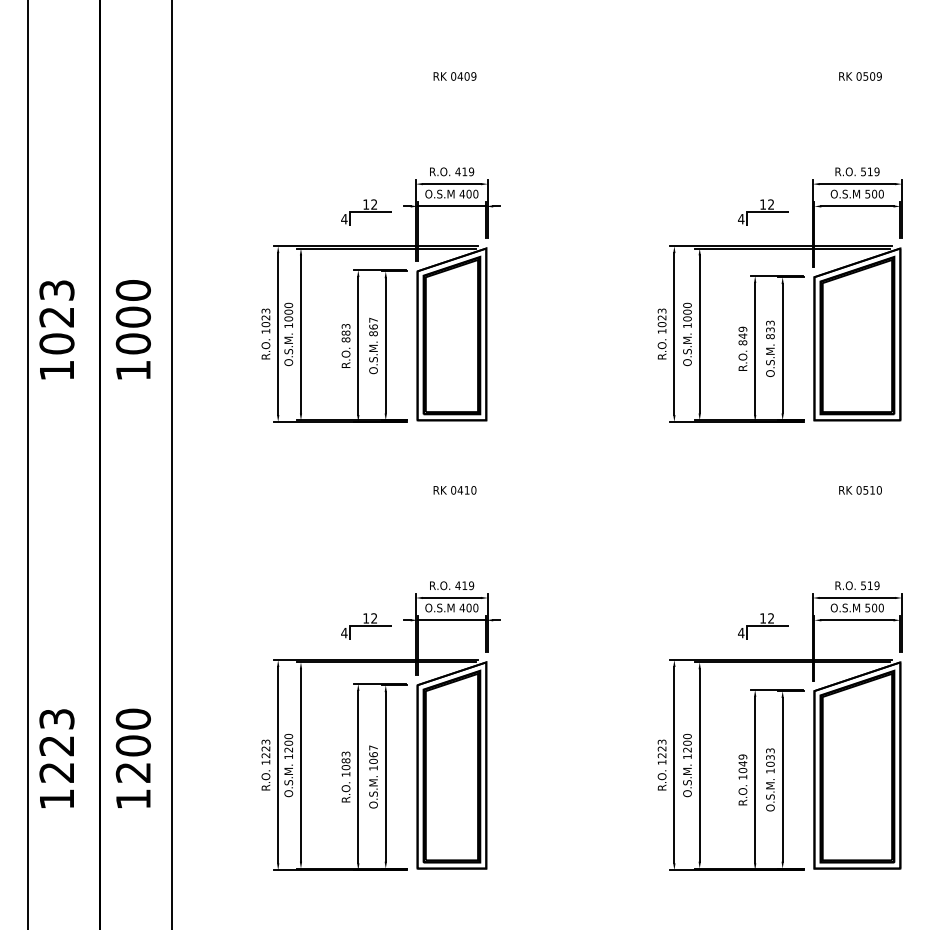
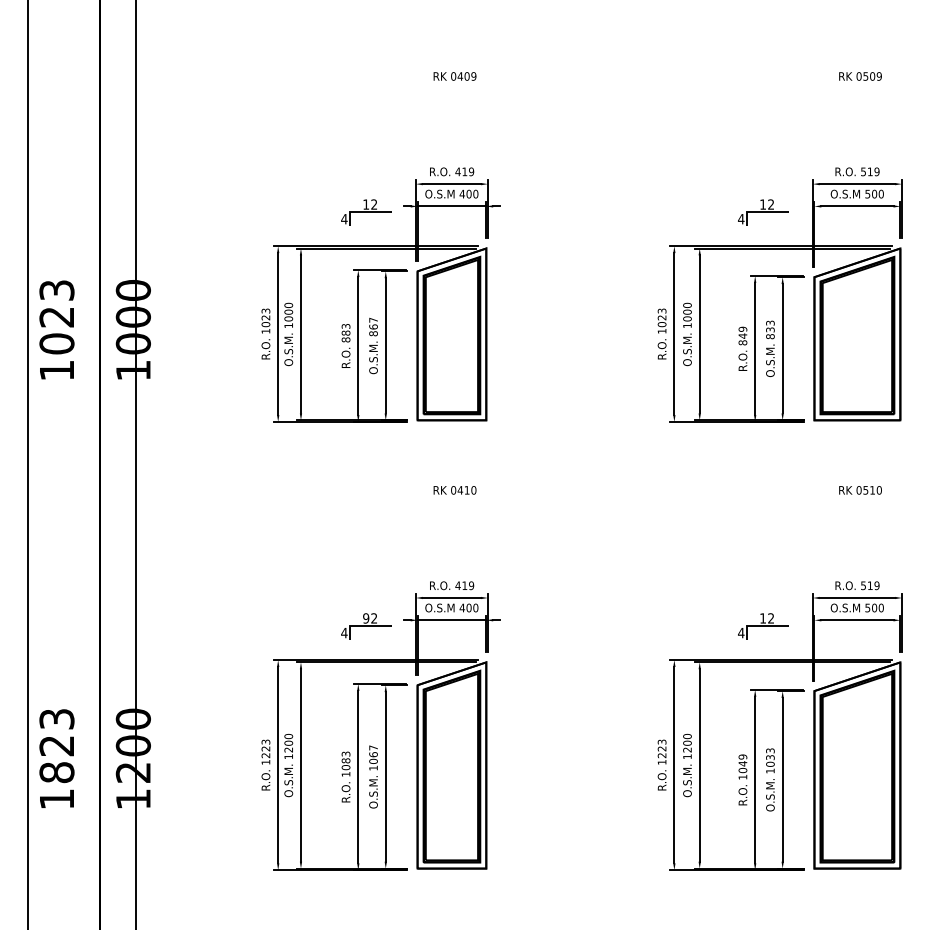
line at (171, 464) position: (171, 464) -> (135, 464)
text at (366, 618): 12 -> 92
text at (56, 772): 1223 -> 1823
